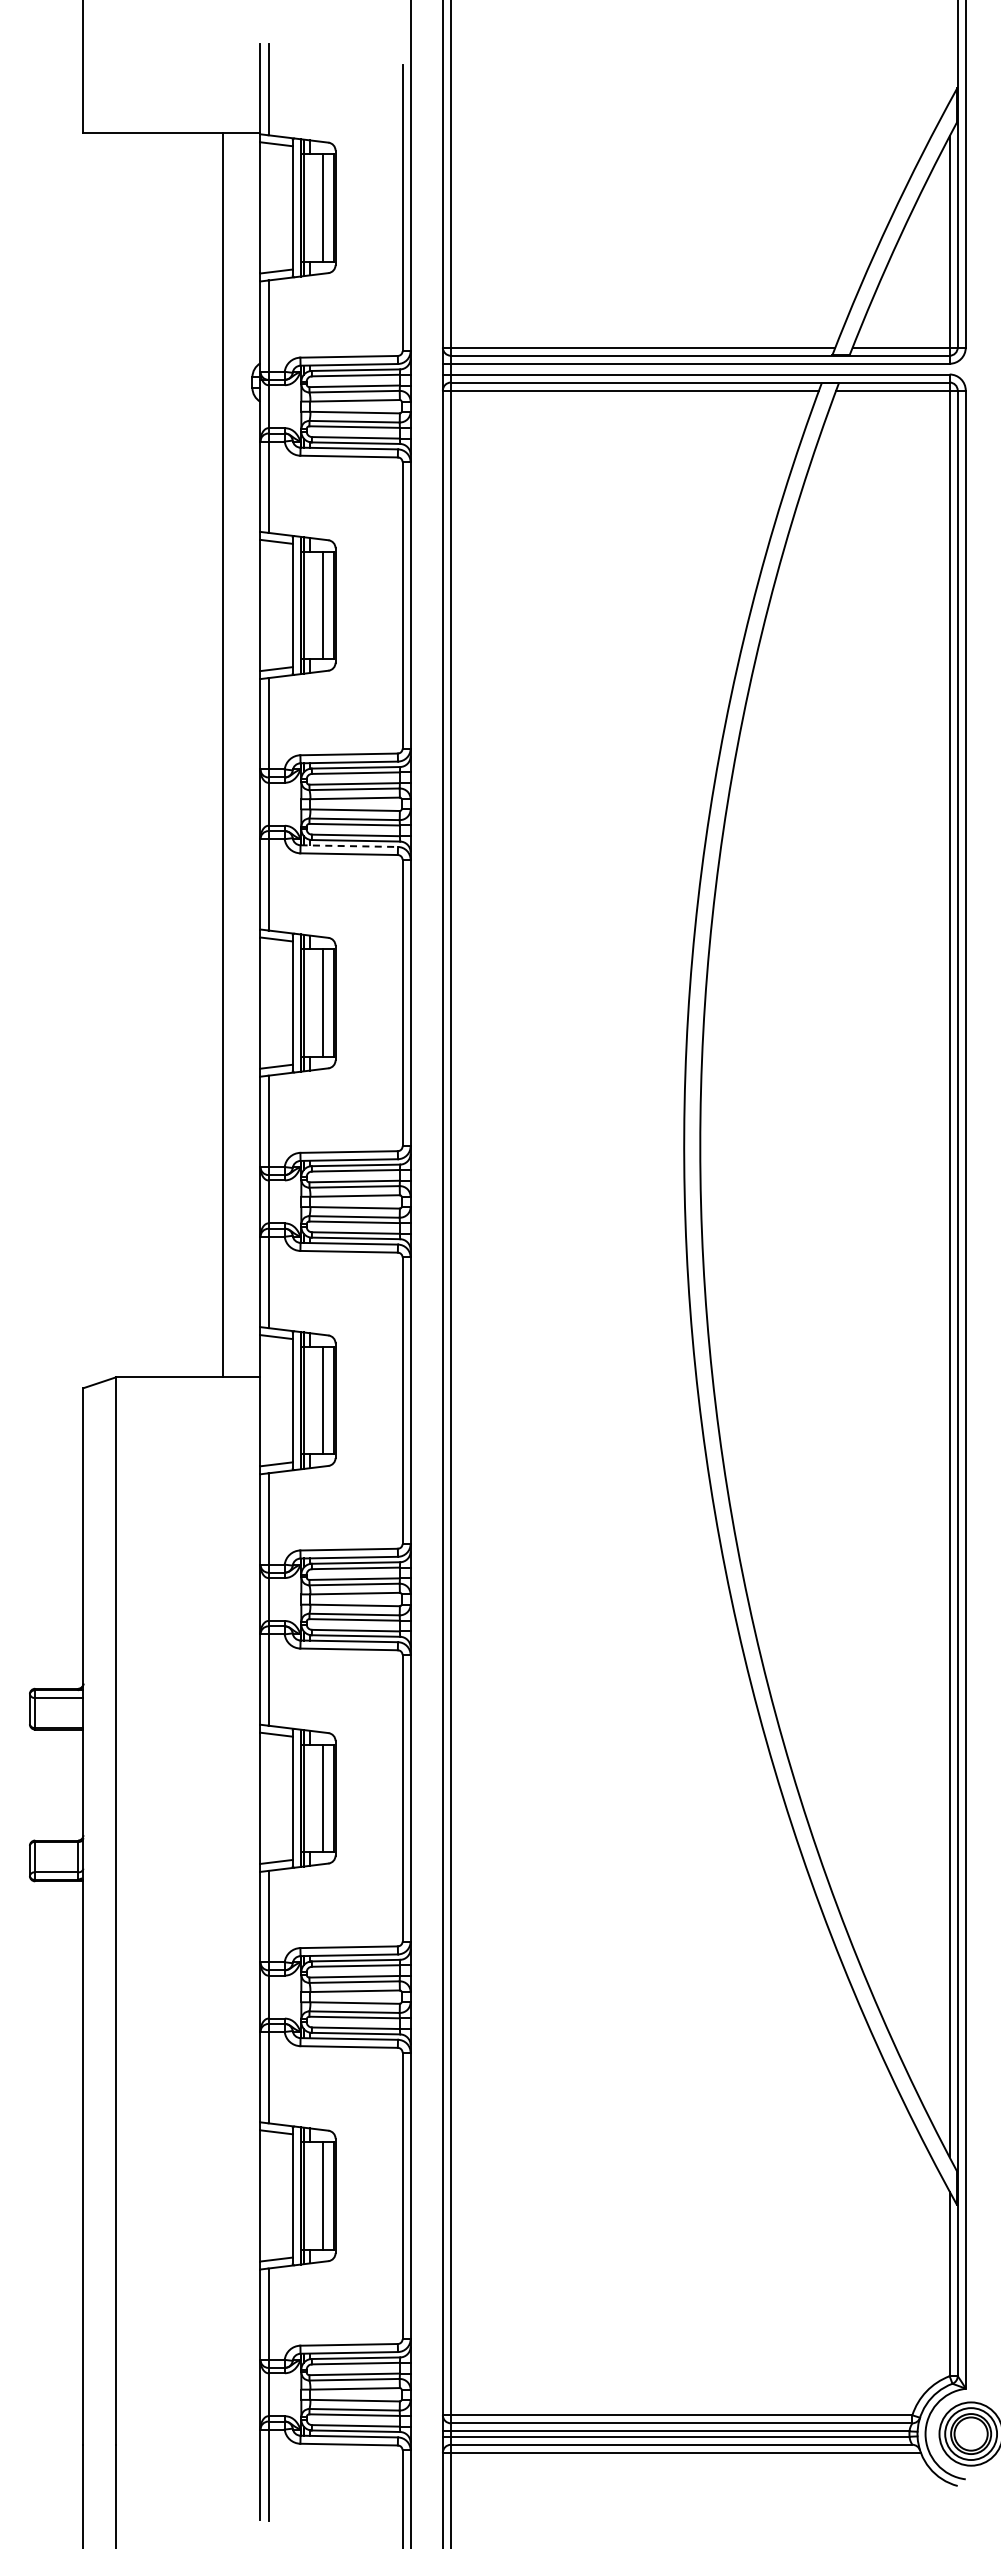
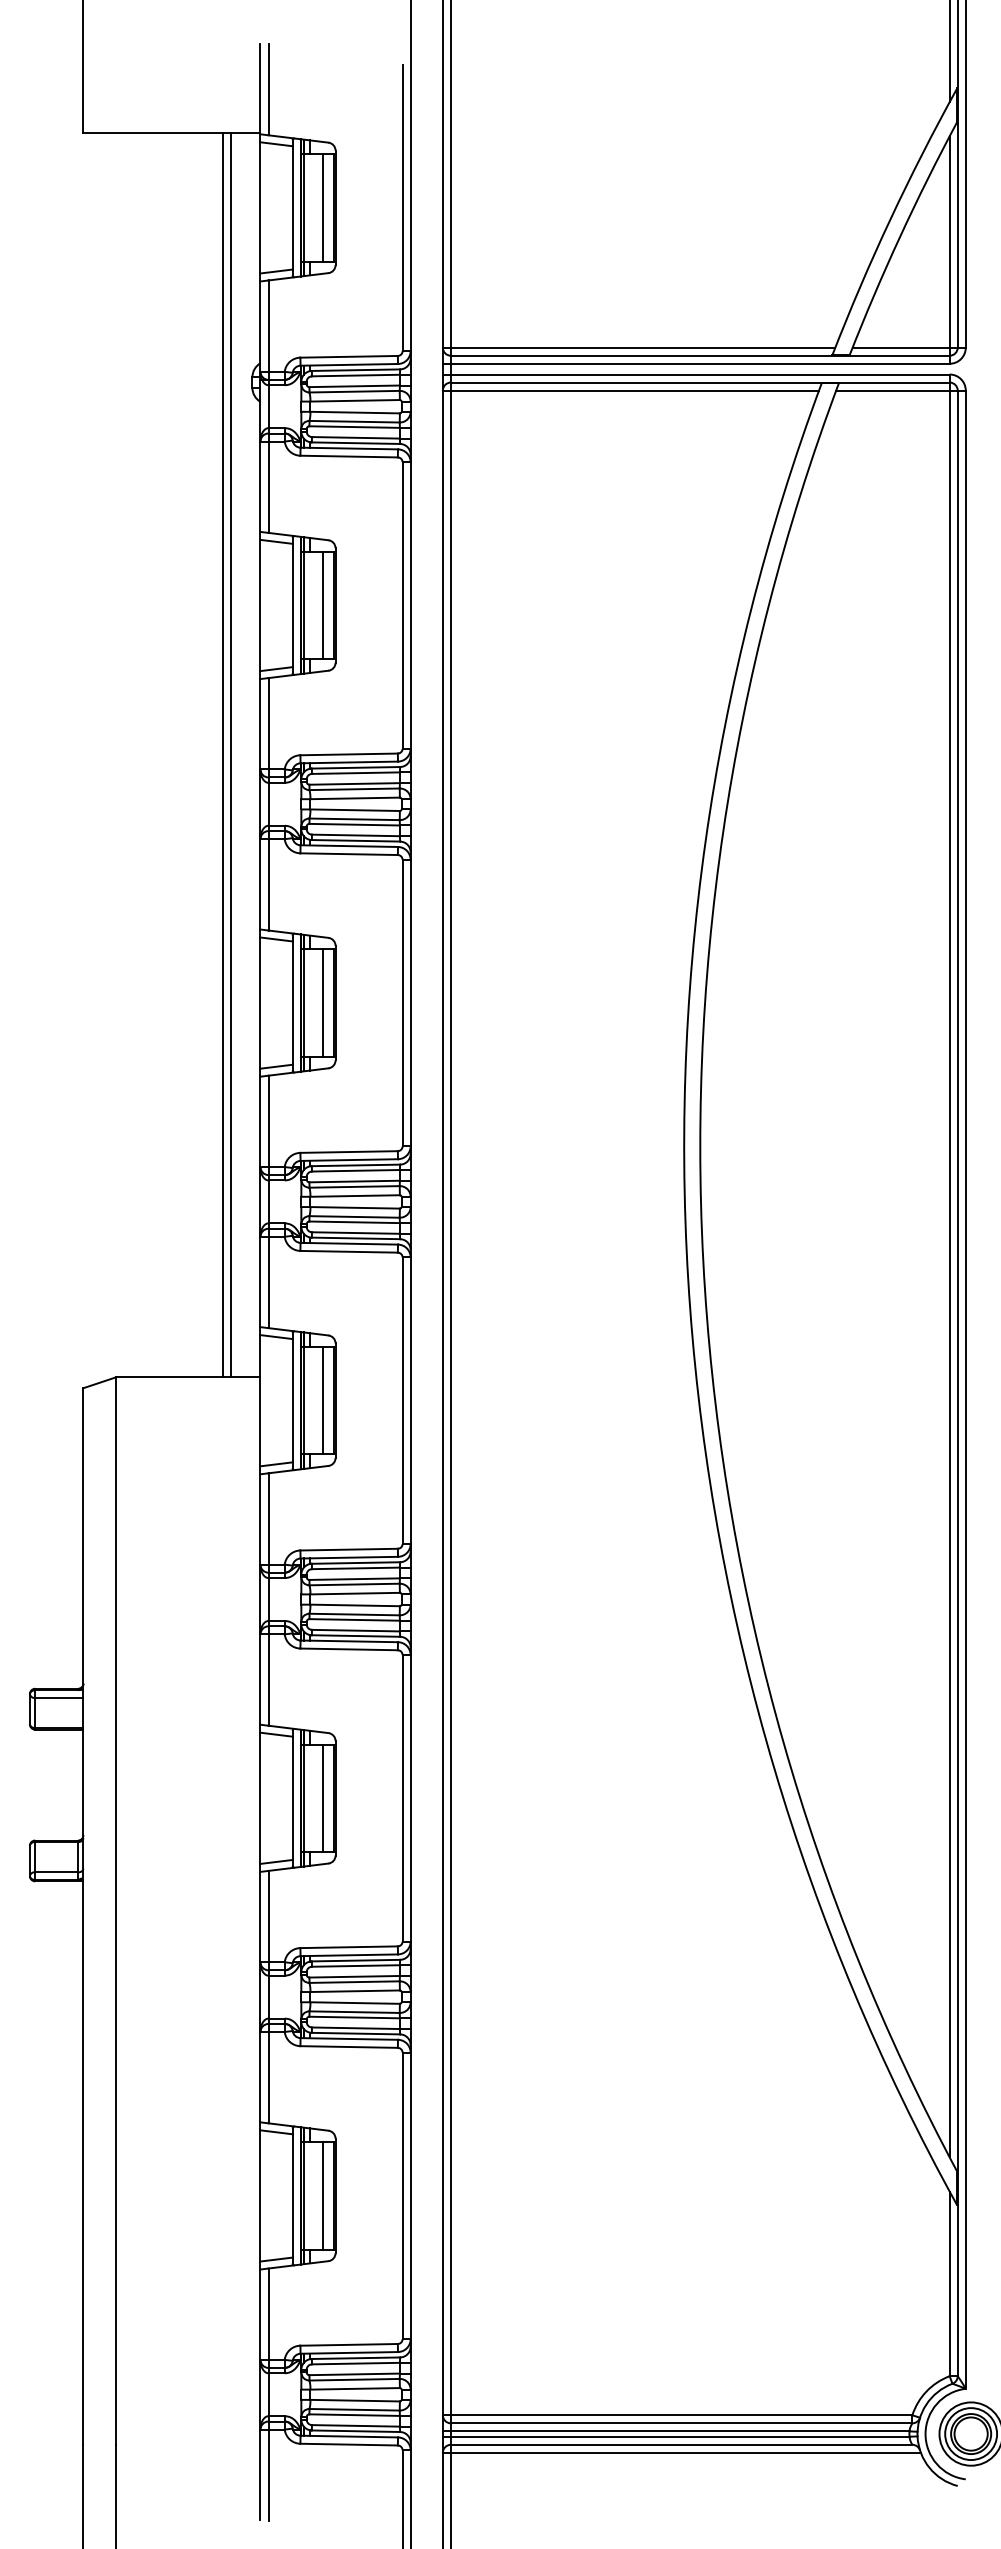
line at (949, 52): none -> present
line at (230, 755): none -> present
line at (349, 846): dashed -> solid
